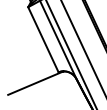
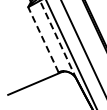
line at (43, 39): solid -> dashed
line at (58, 39): solid -> dashed
